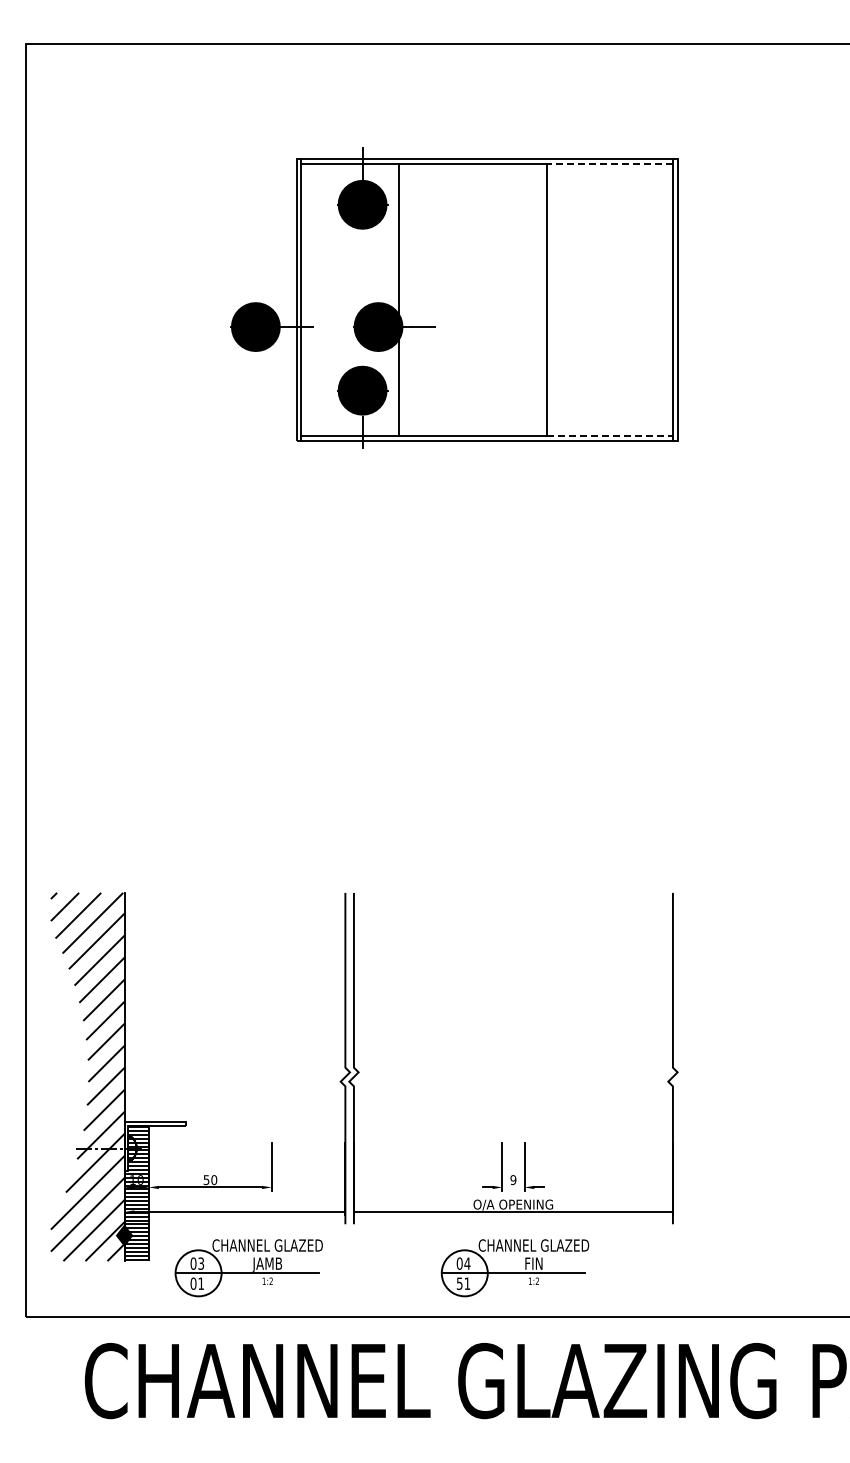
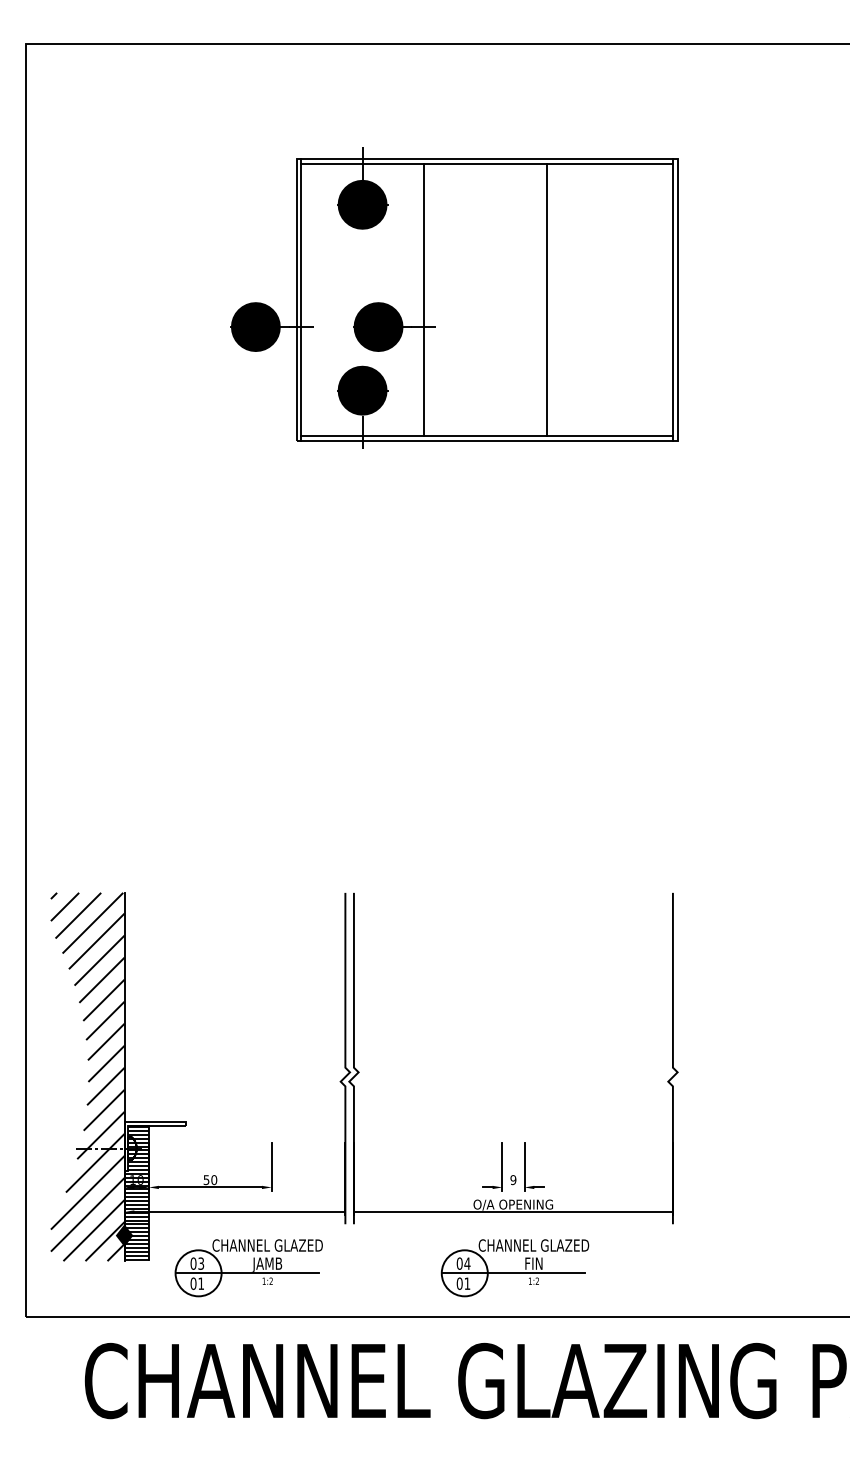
line at (609, 164): dashed -> solid
line at (398, 300) position: (398, 300) -> (423, 300)
line at (610, 436): dashed -> solid
text at (459, 1283): 51 -> 01
